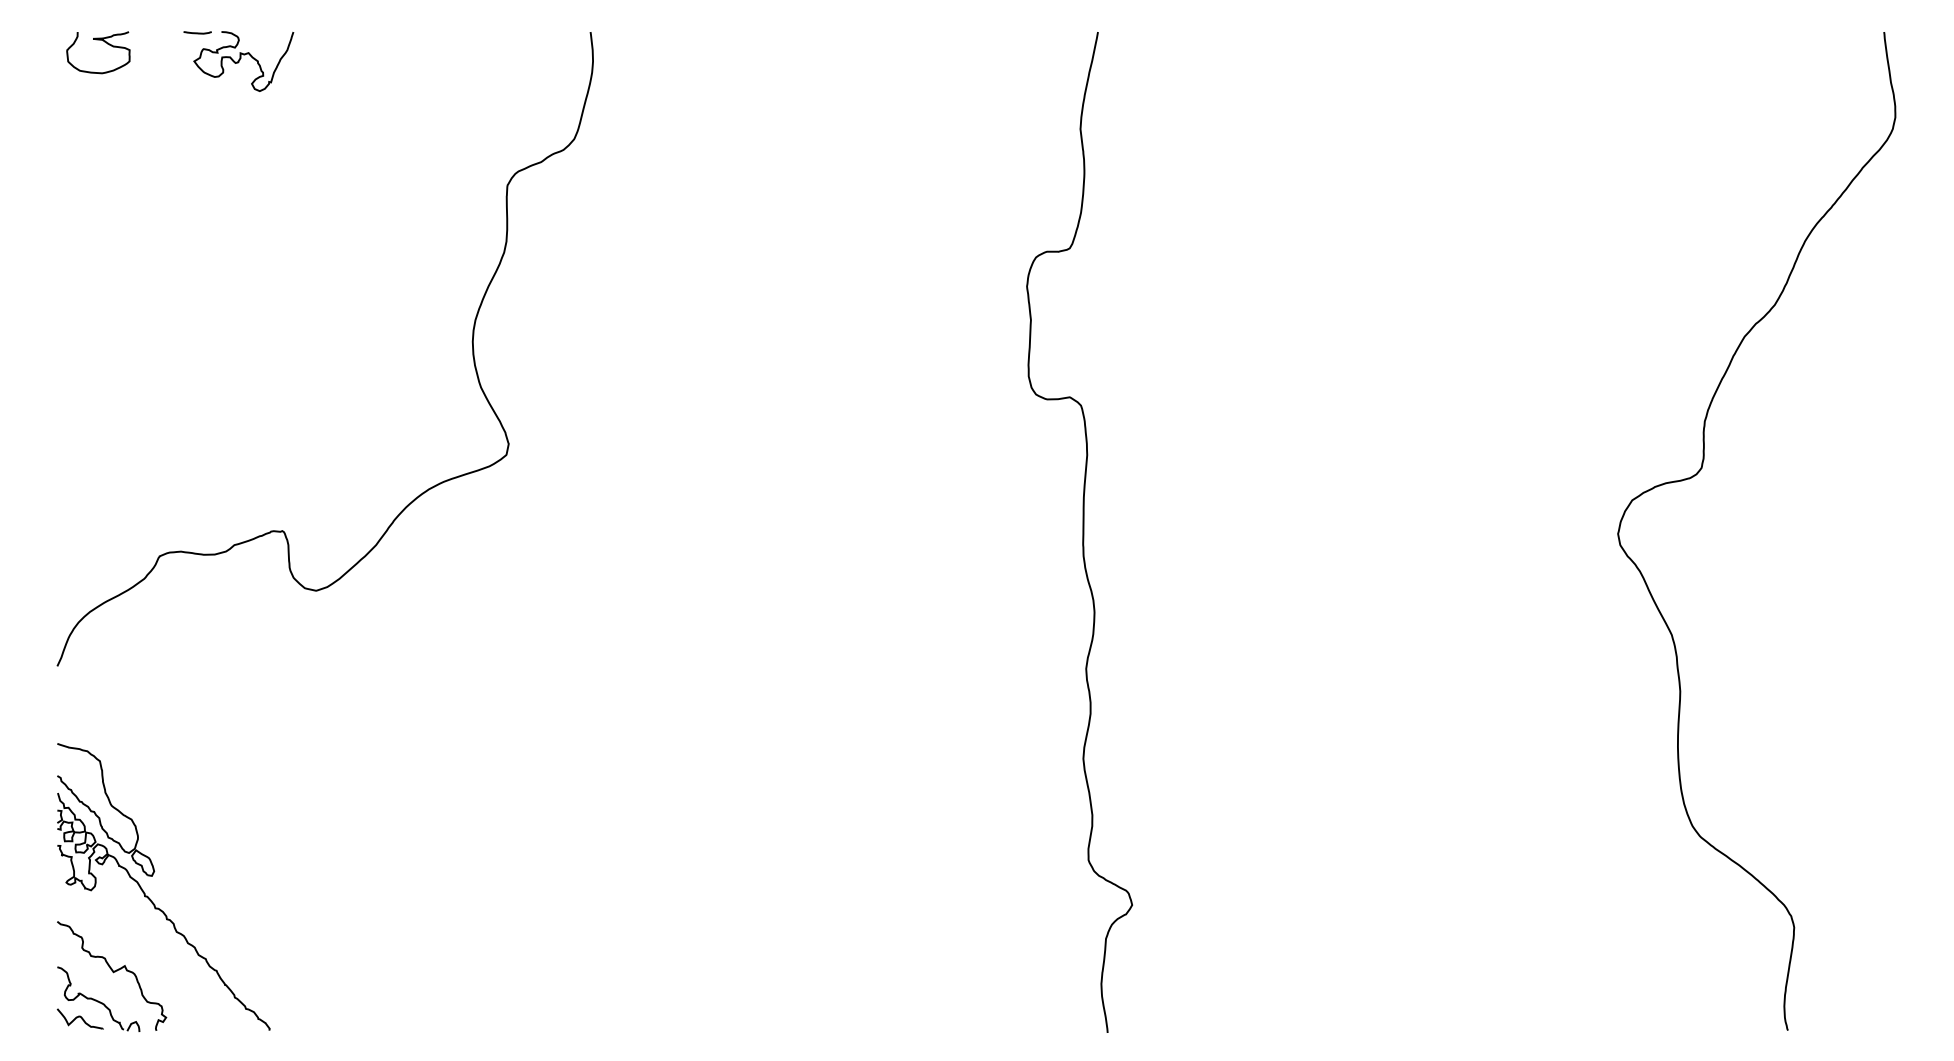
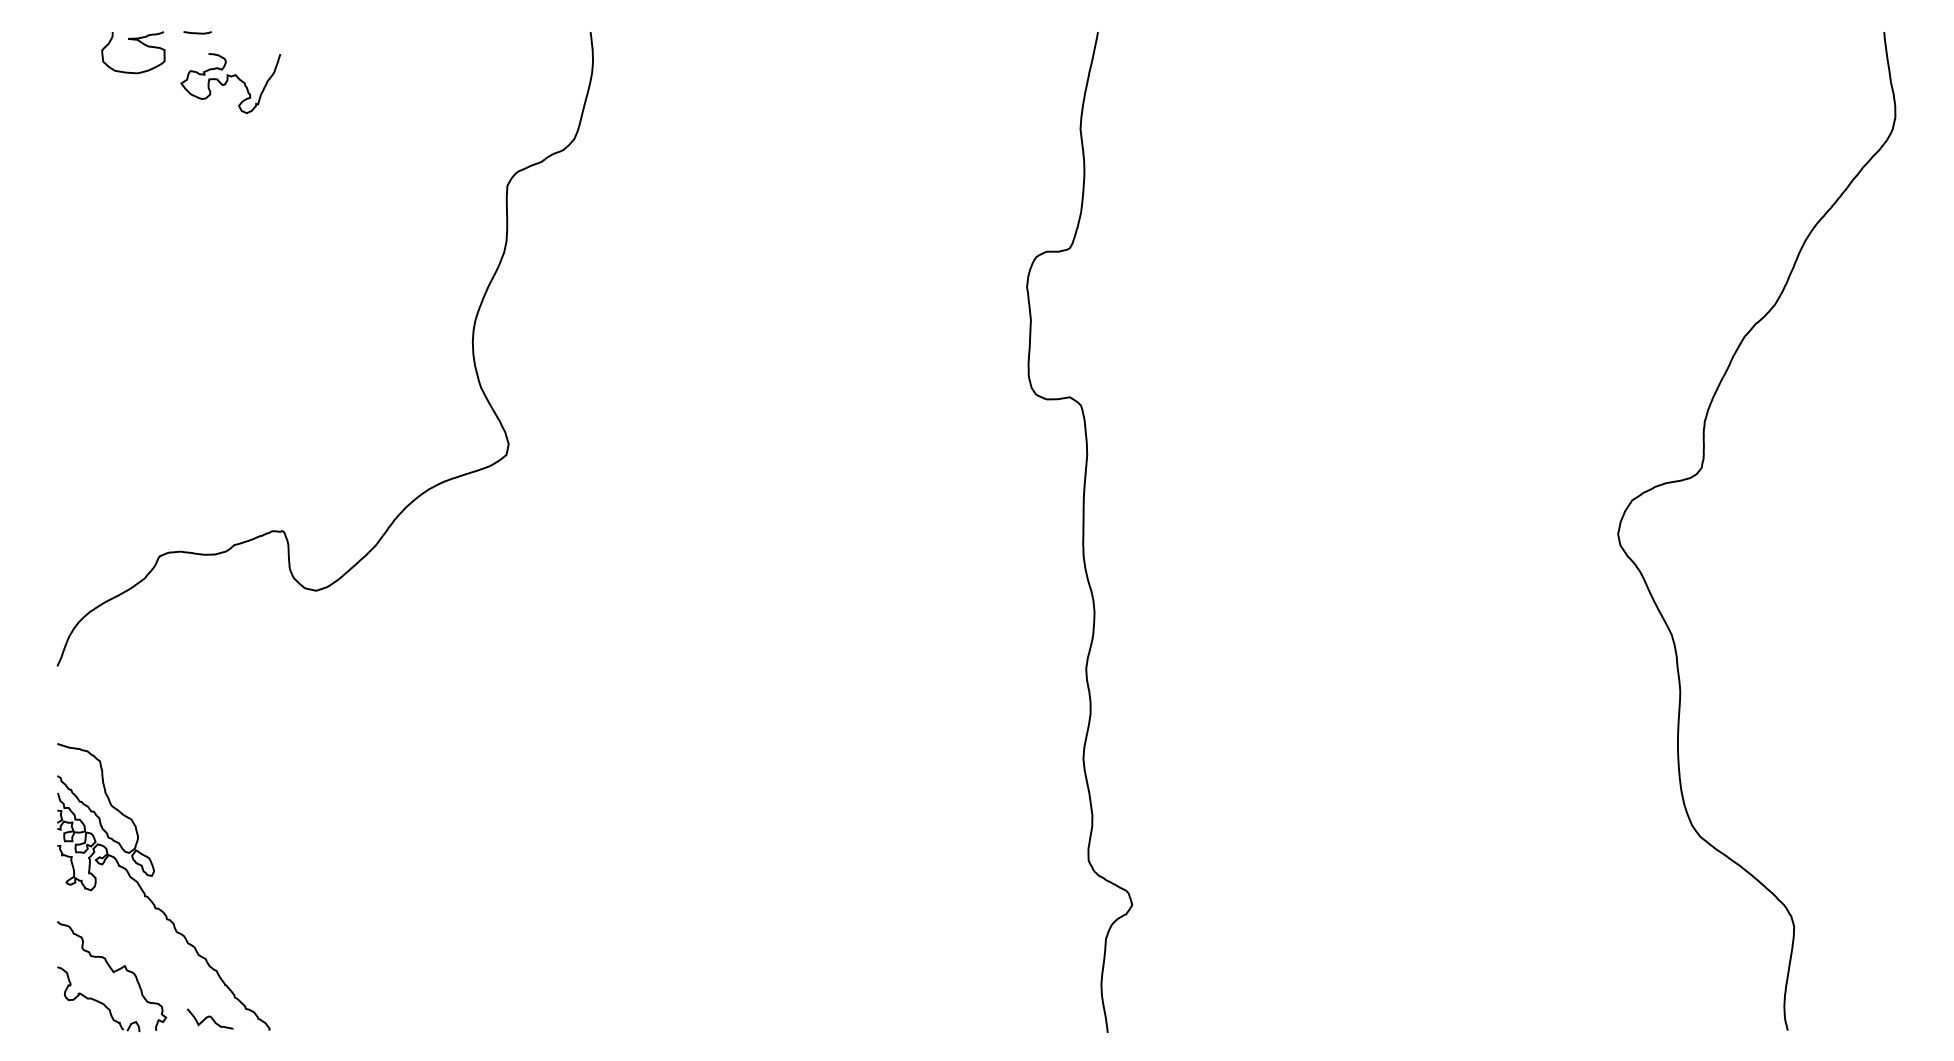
curve at (104, 42) position: (104, 42) -> (139, 42)
curve at (240, 60) position: (240, 60) -> (227, 82)
curve at (79, 1017) position: (79, 1017) -> (209, 1017)
